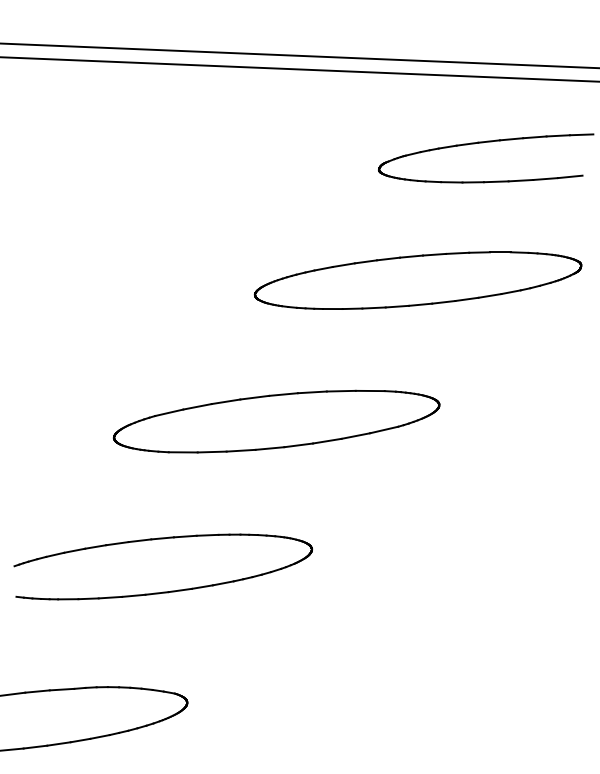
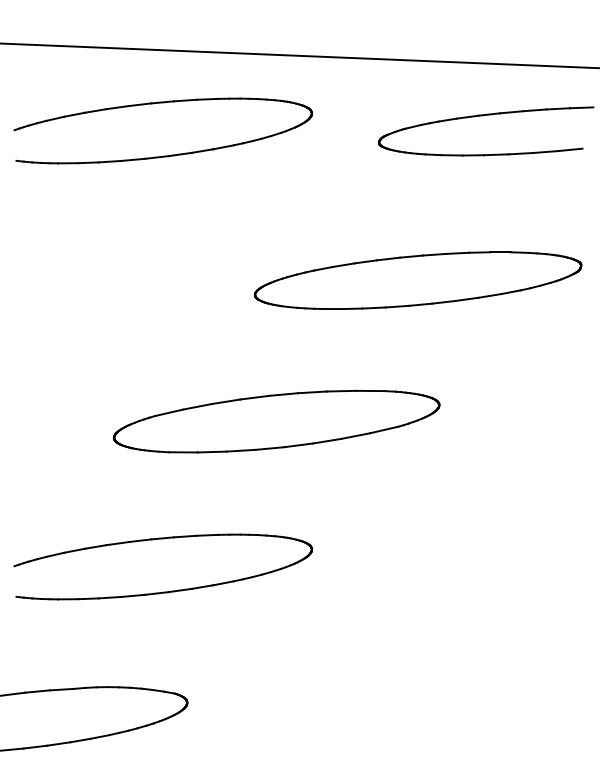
line at (299, 69): present -> none
part at (483, 143) position: (483, 143) -> (483, 116)
part at (162, 155): none -> present
